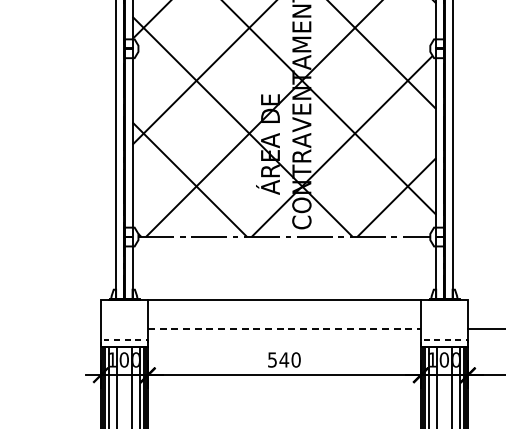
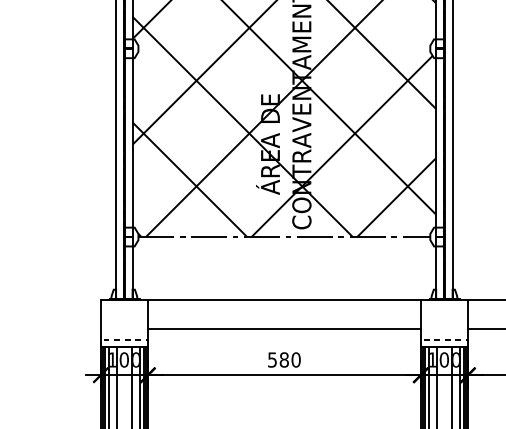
line at (484, 300): none -> present
line at (284, 328): dashed -> solid
text at (284, 359): 540 -> 580
